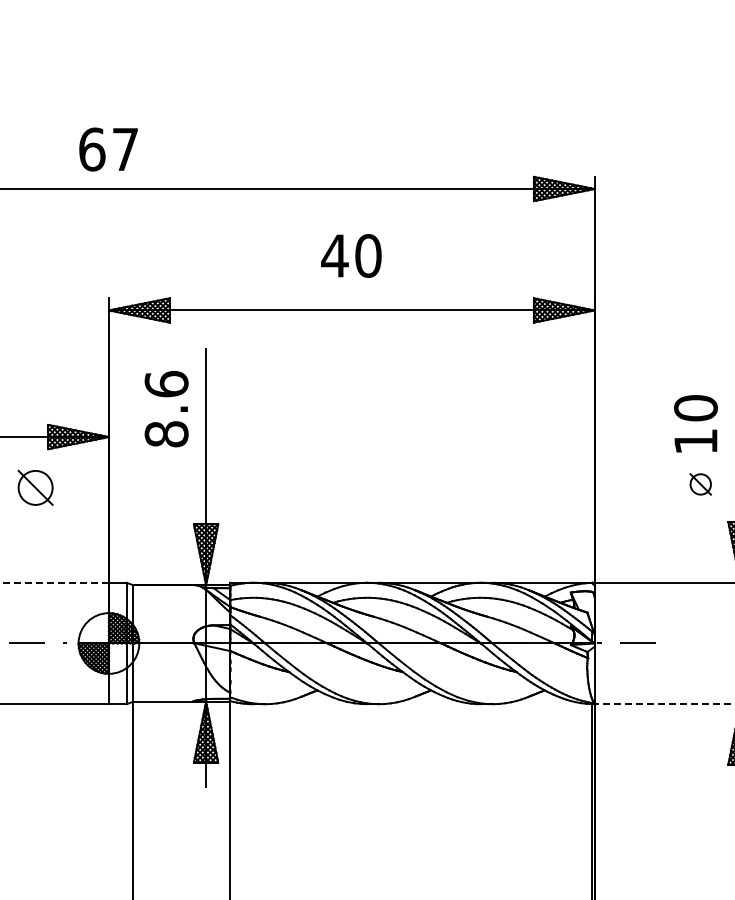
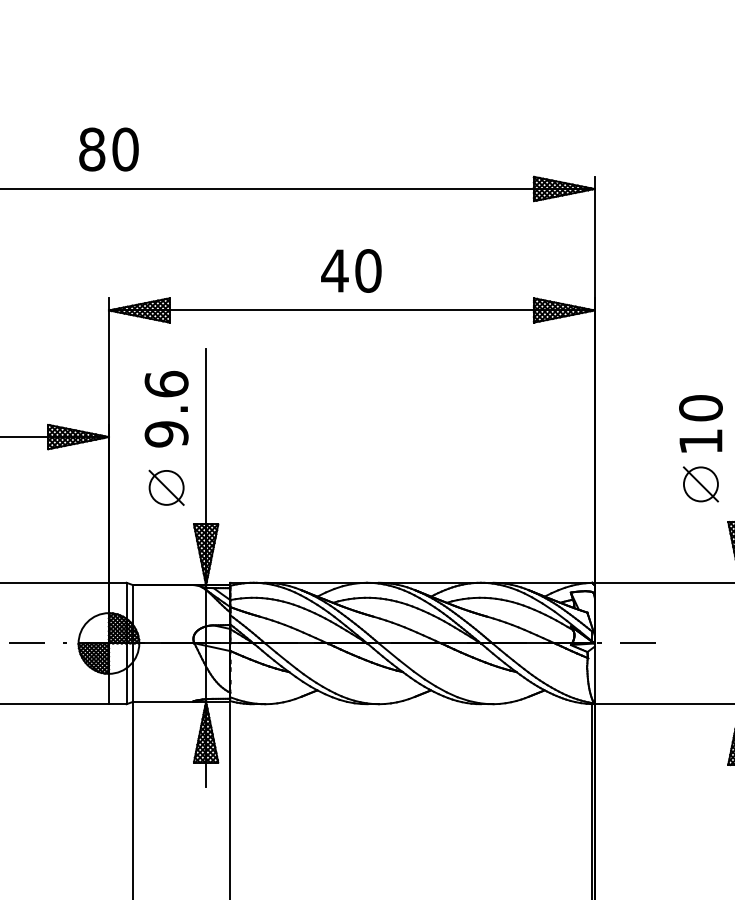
text at (108, 149): 67 -> 80
text at (351, 255) position: (351, 255) -> (351, 270)
text at (695, 423) position: (695, 423) -> (700, 423)
text at (166, 434): 8.6 -> 9.6
part at (700, 484) size: 24x23 px -> 37x37 px
part at (35, 487) position: (35, 487) -> (166, 487)
line at (54, 582): dashed -> solid
line at (663, 704): dashed -> solid
